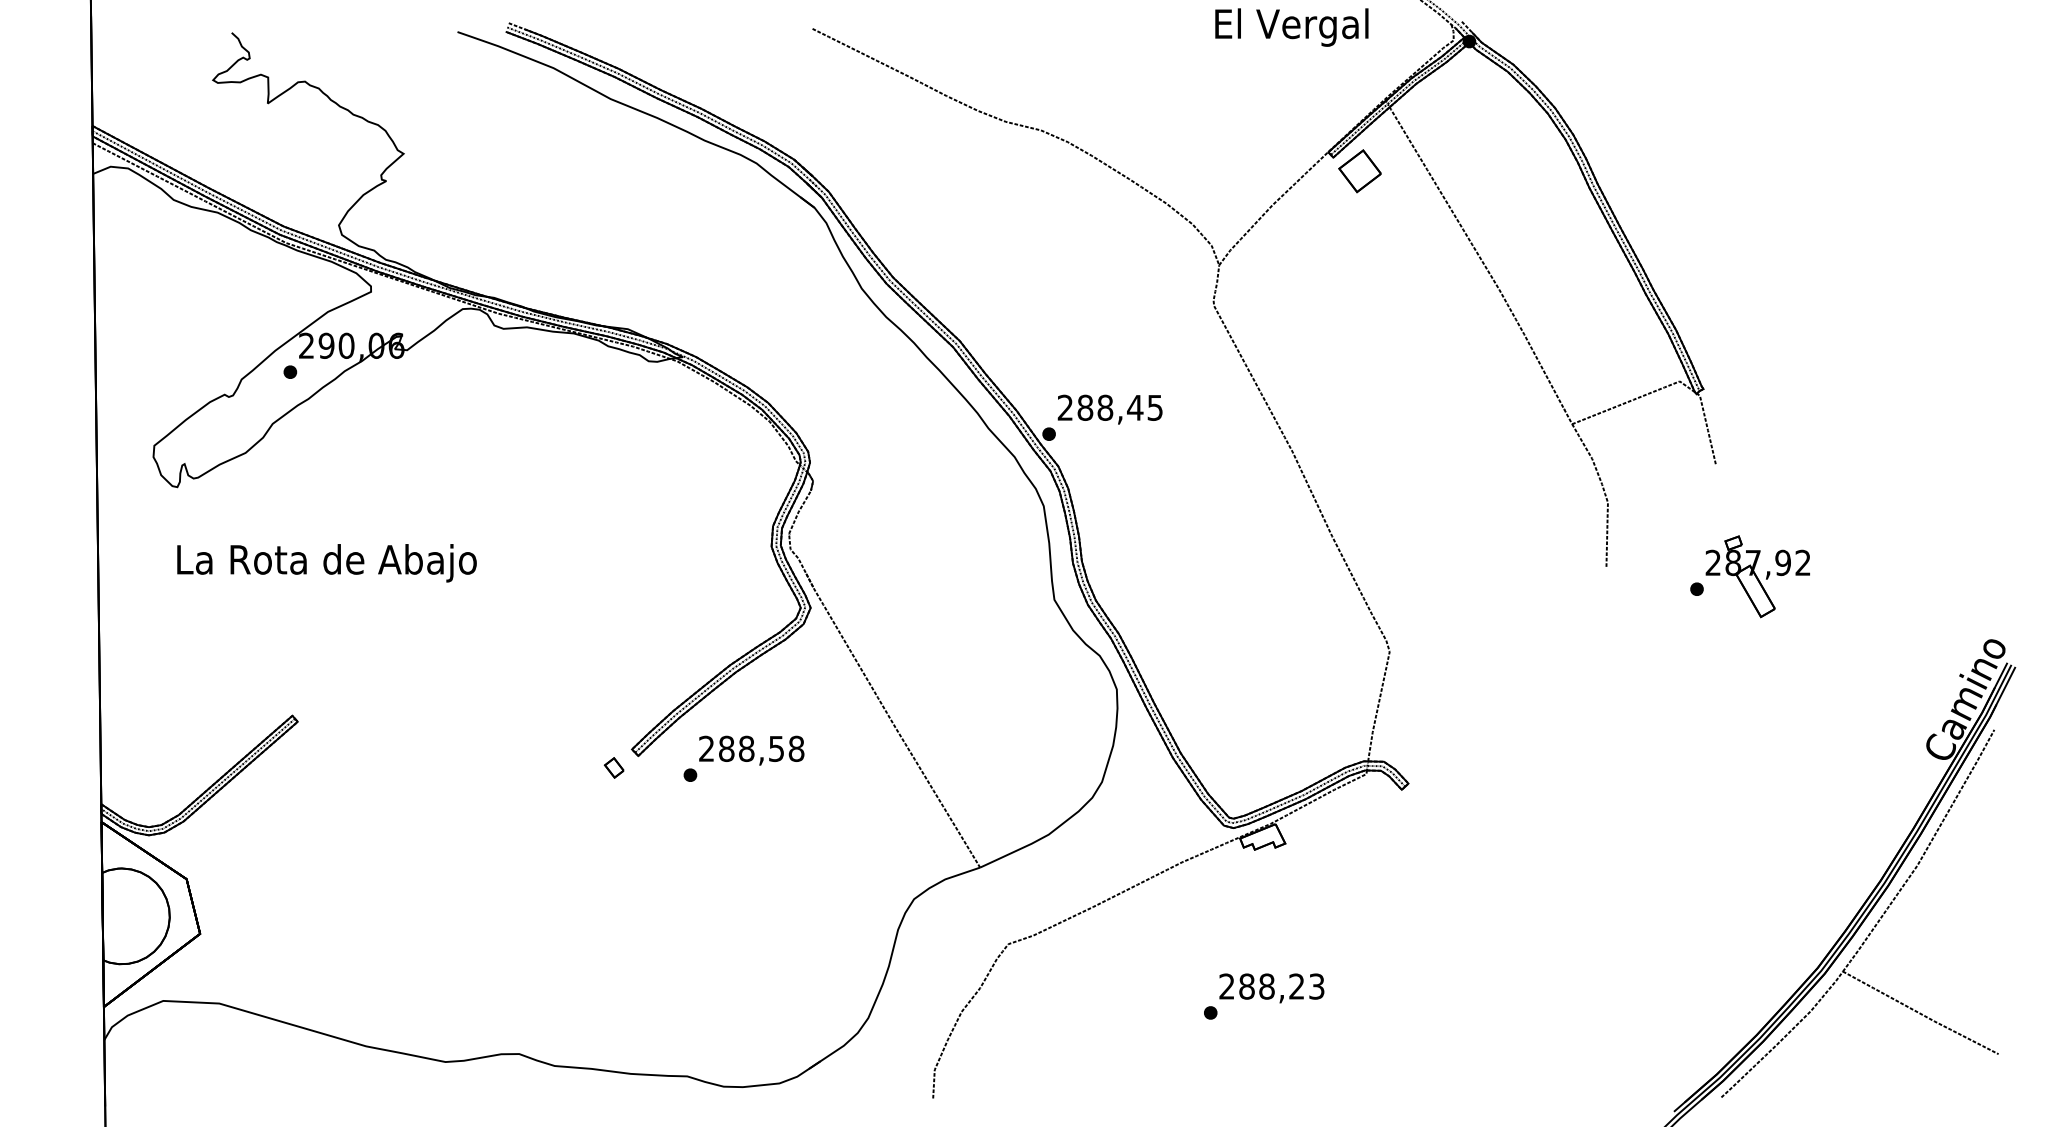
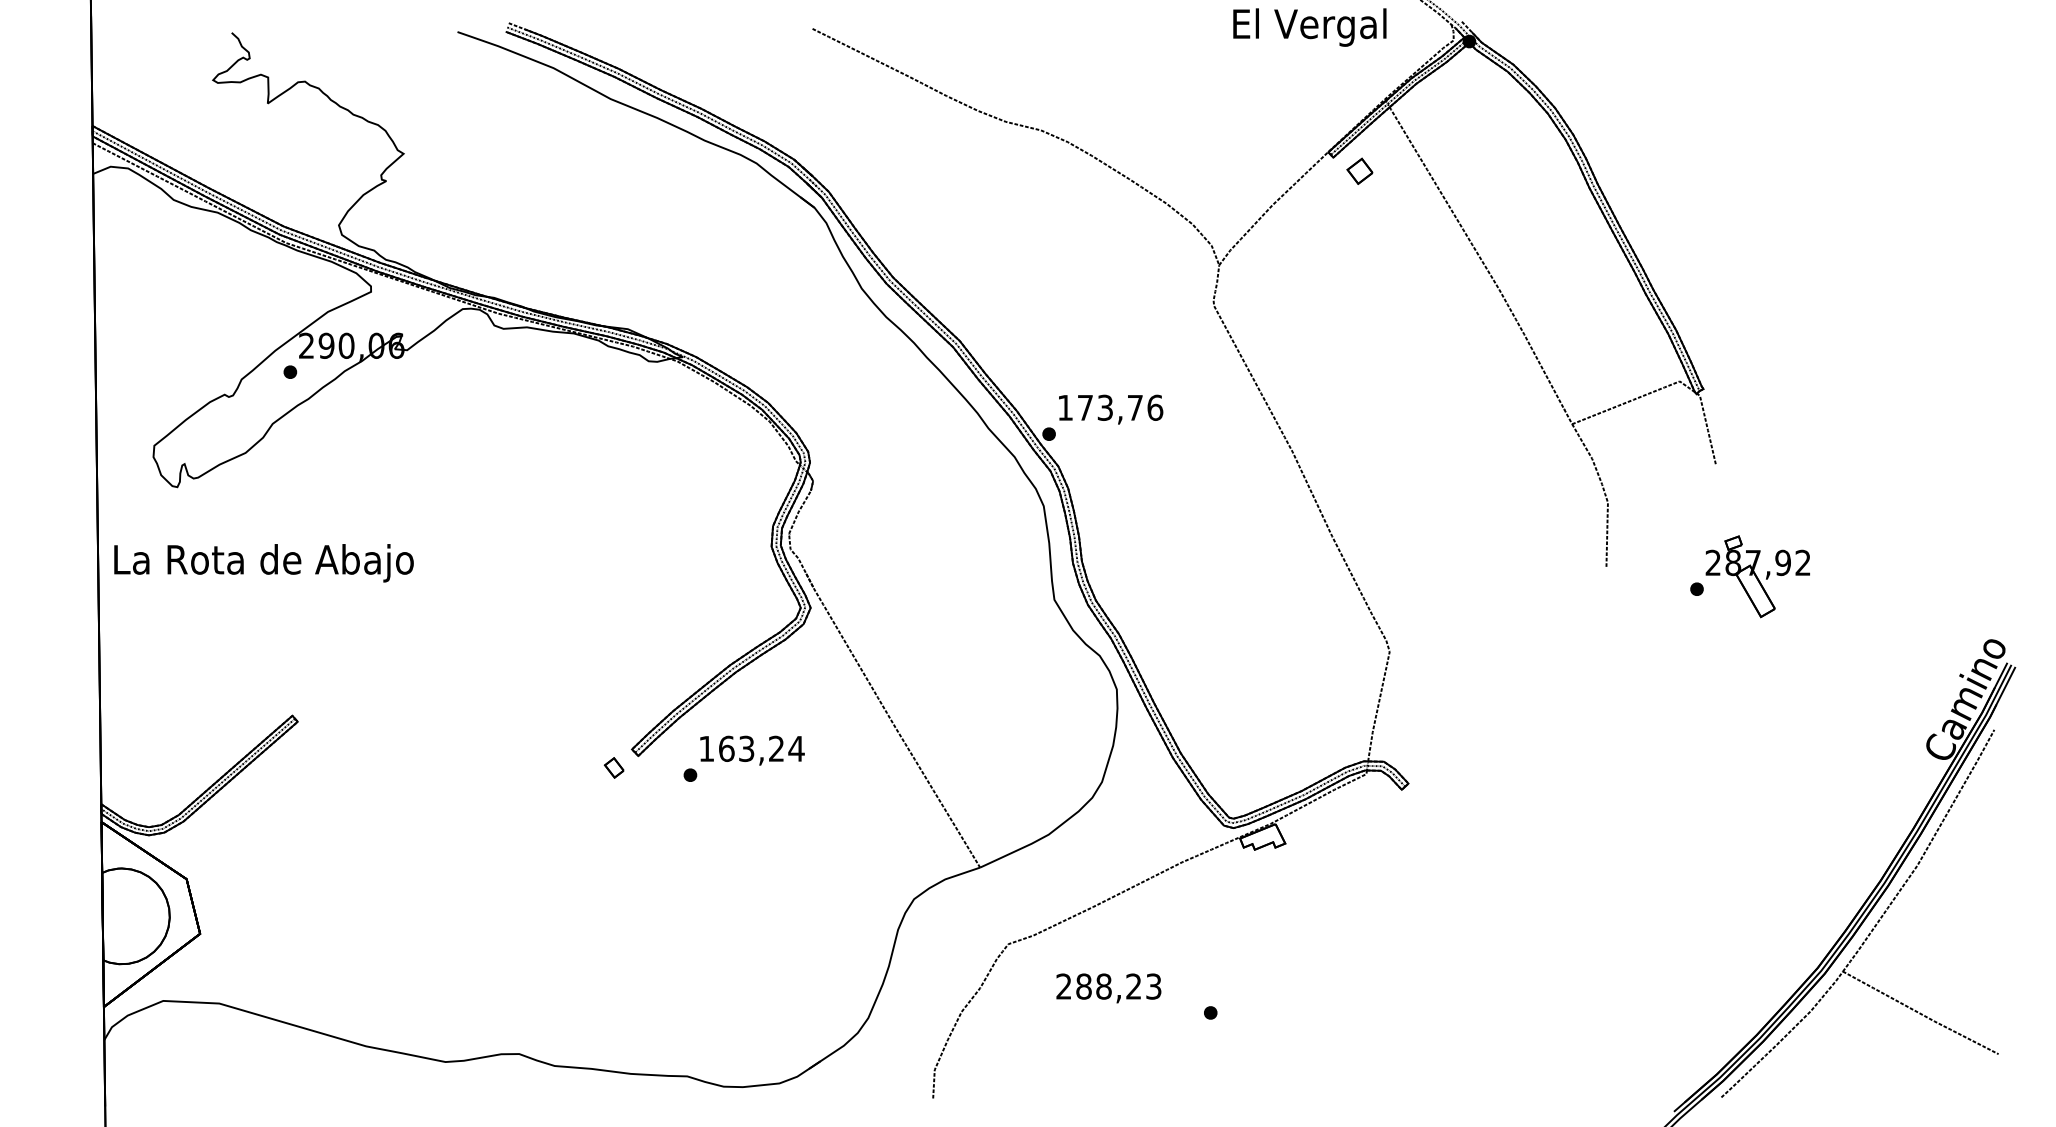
text at (1291, 27) position: (1291, 27) -> (1309, 27)
part at (1359, 171) size: 44x45 px -> 28x28 px
text at (1110, 407): 288,45 -> 173,76
text at (326, 563) position: (326, 563) -> (263, 563)
text at (751, 748): 288,58 -> 163,24
text at (1271, 988) position: (1271, 988) -> (1108, 988)
